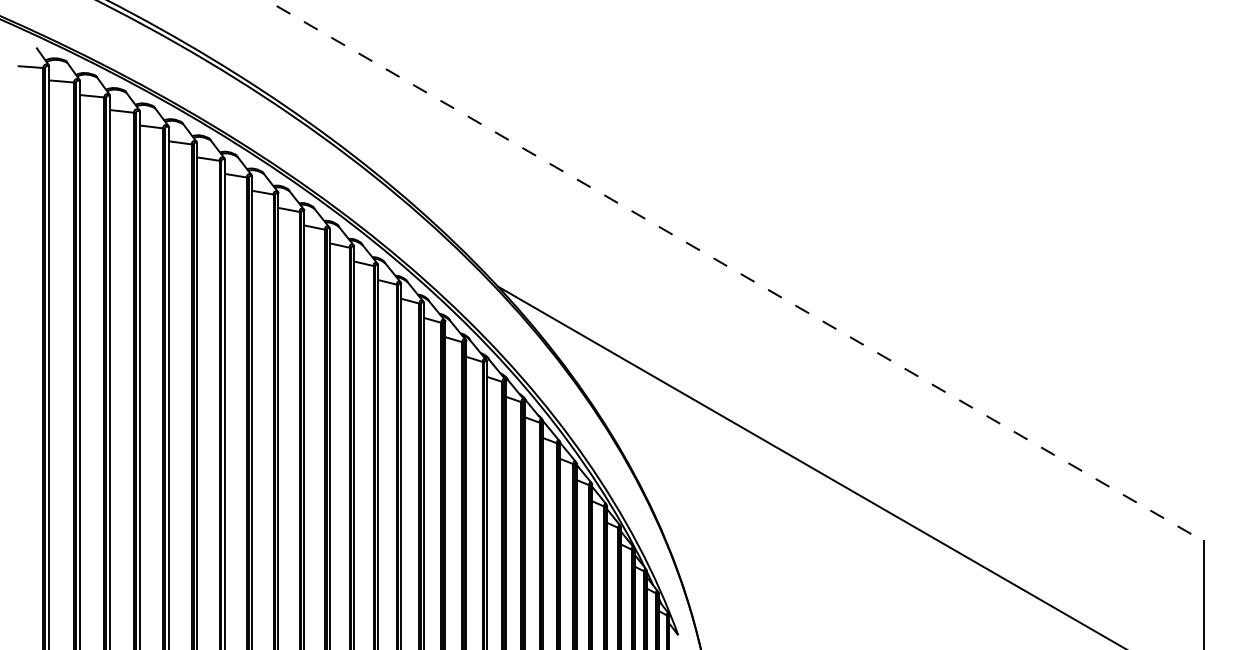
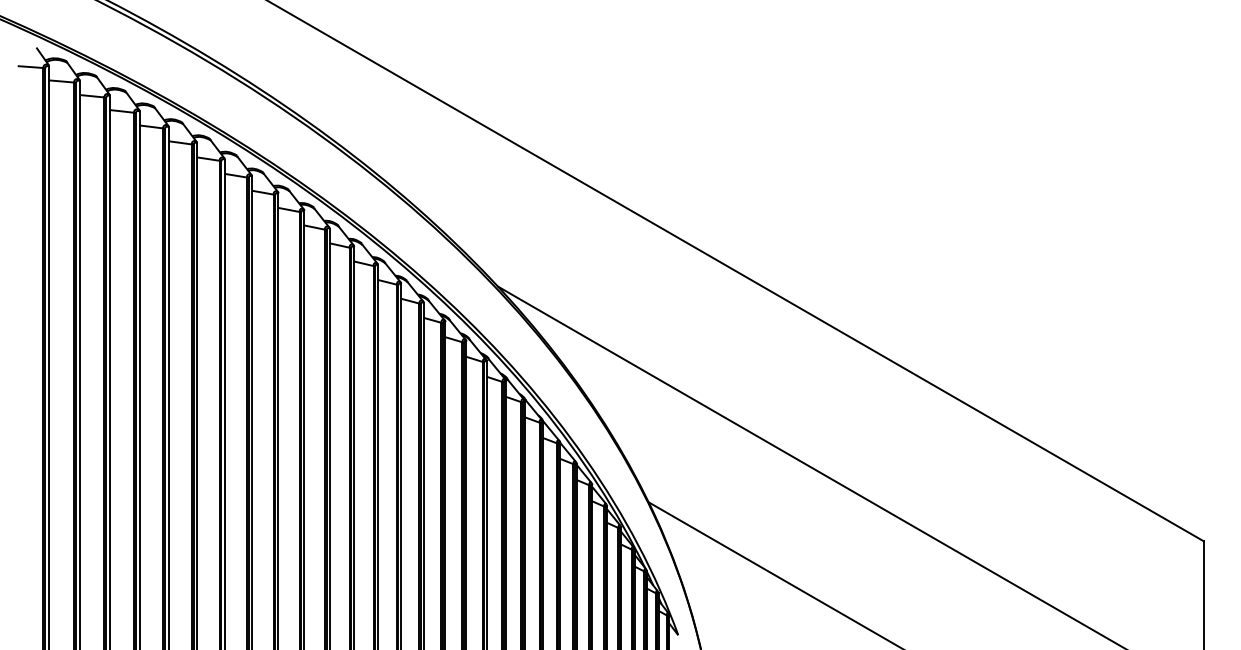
line at (735, 270): dashed -> solid
line at (773, 574): none -> present
